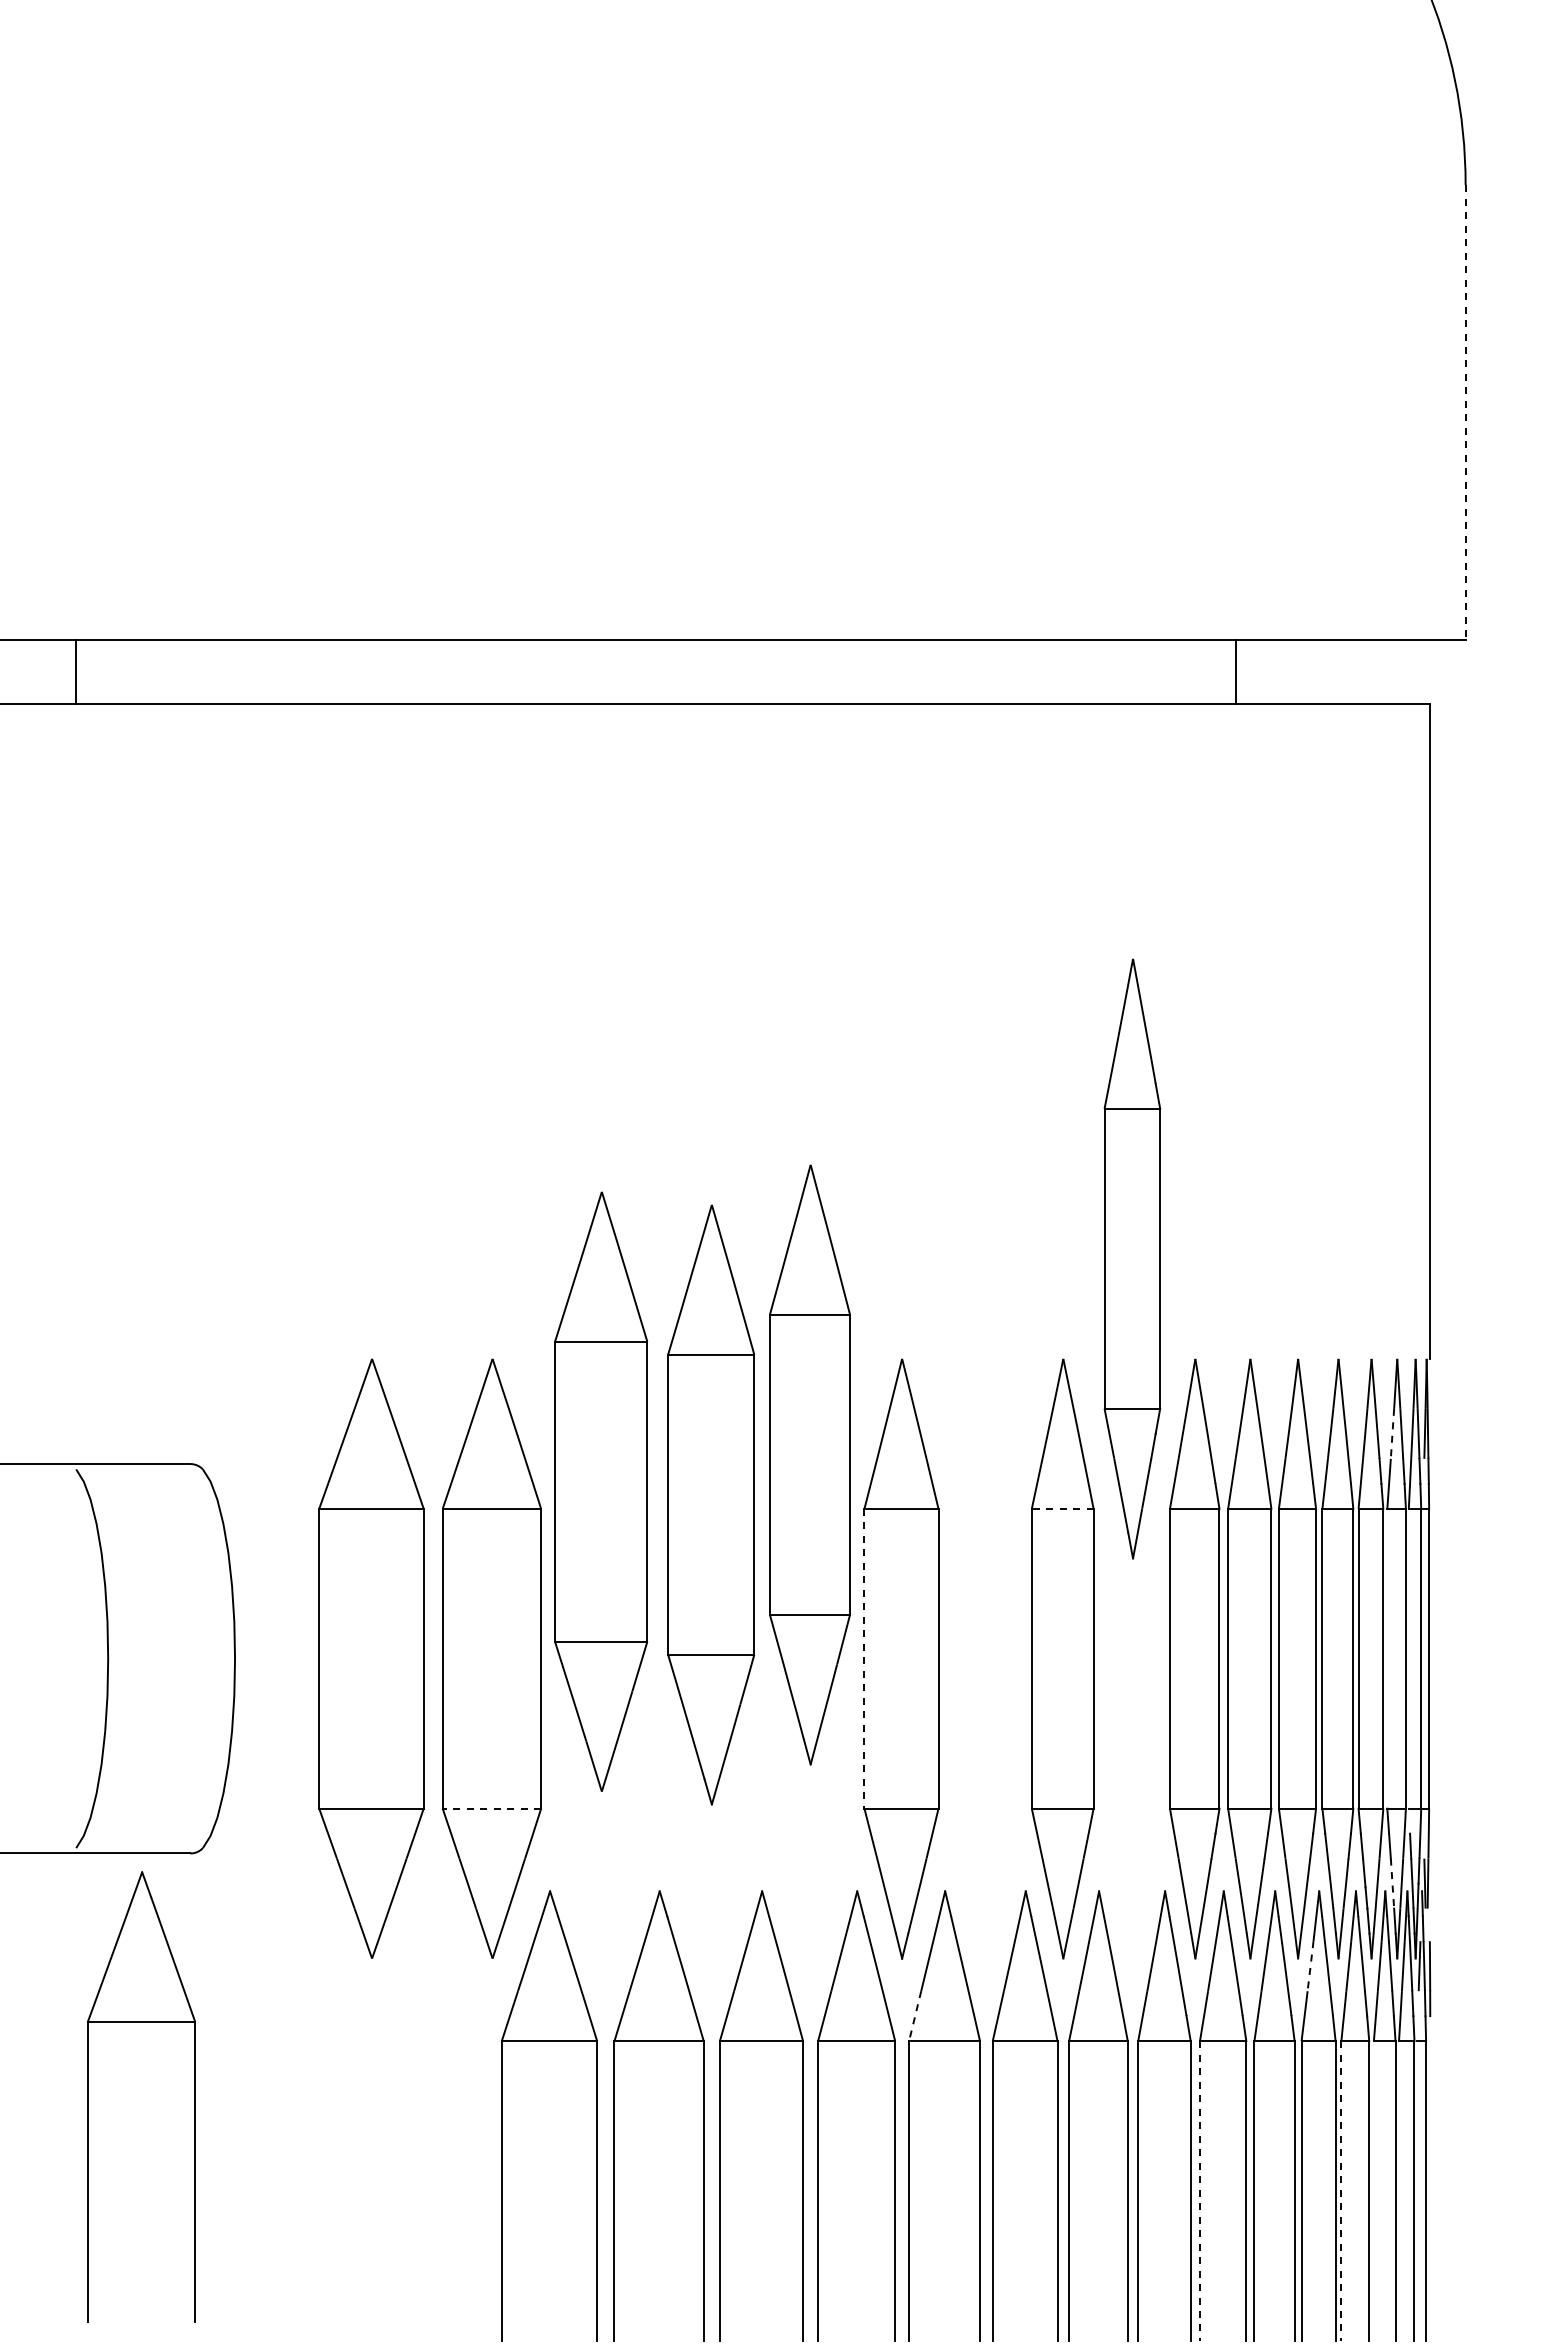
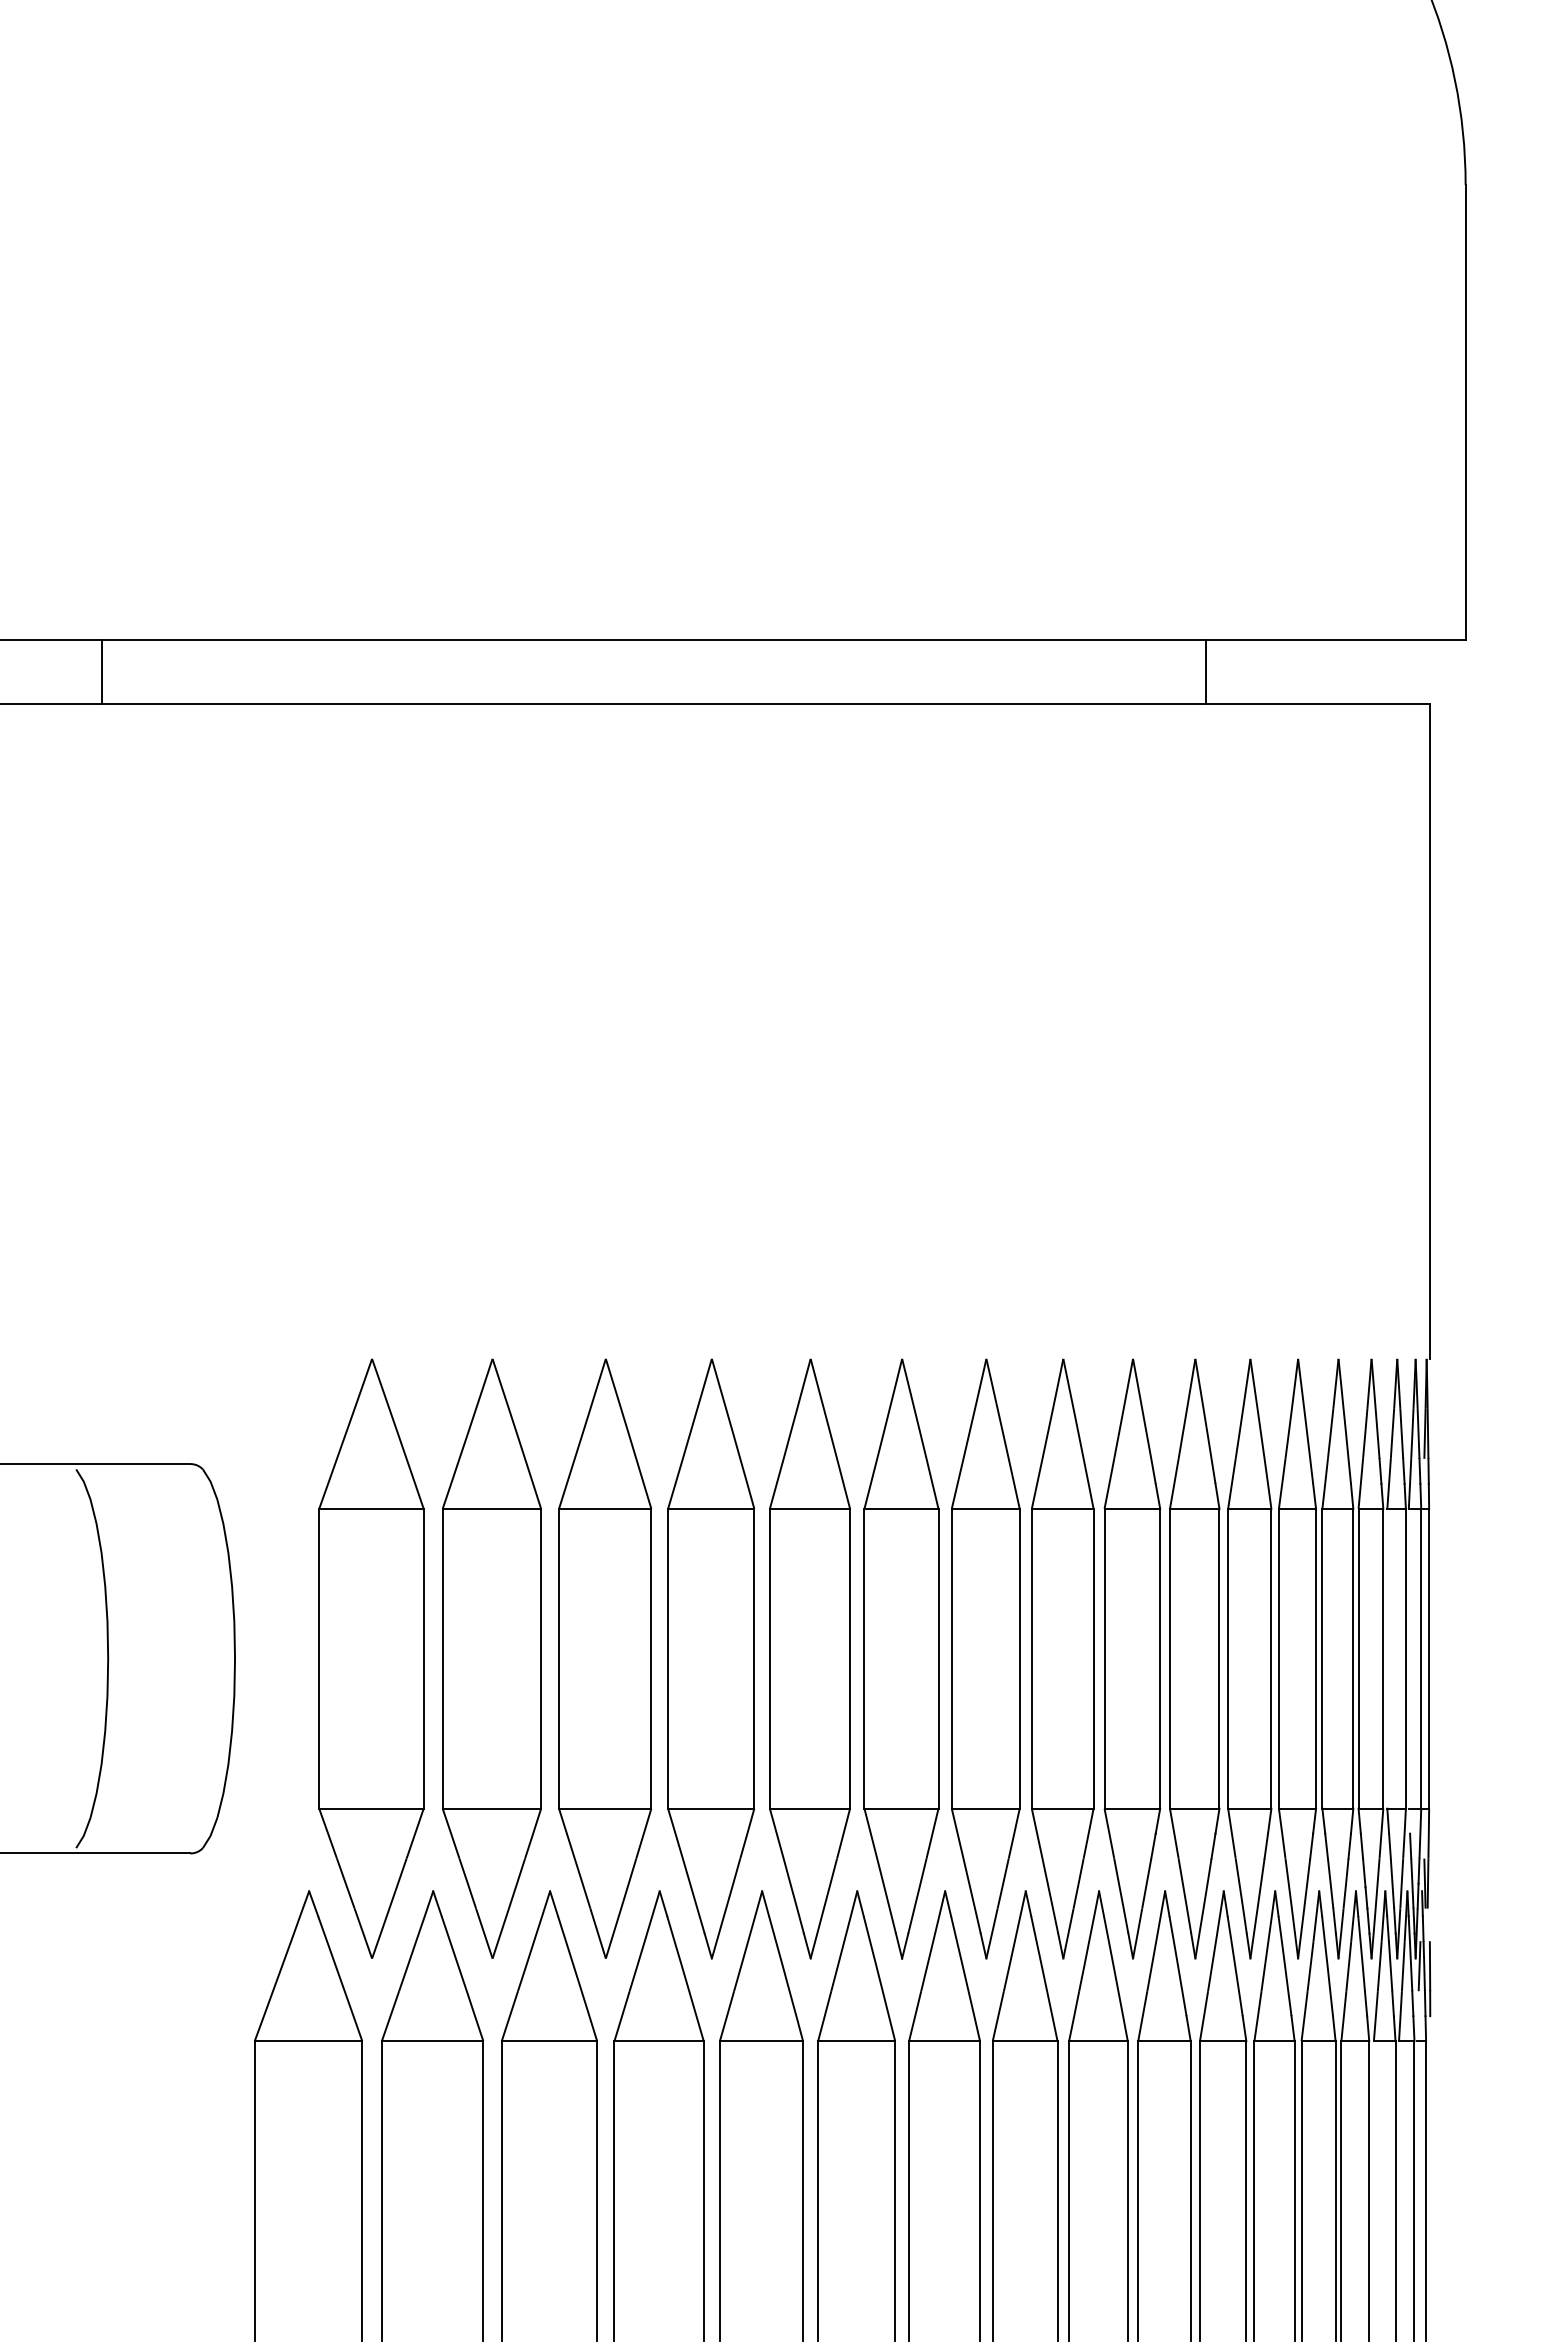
line at (1465, 412): dashed -> solid
line at (76, 671) position: (76, 671) -> (102, 671)
line at (1235, 671) position: (1235, 671) -> (1205, 671)
part at (1132, 1258) position: (1132, 1258) -> (1132, 1658)
line at (1392, 1433): dashed -> solid
part at (809, 1464) position: (809, 1464) -> (809, 1658)
part at (601, 1491) position: (601, 1491) -> (605, 1658)
part at (710, 1504) position: (710, 1504) -> (710, 1658)
line at (1062, 1508): dashed -> solid
line at (864, 1658): dashed -> solid
part at (985, 1658): none -> present
line at (491, 1808): dashed -> solid
line at (1392, 1883): dashed -> solid
line at (1310, 1966): dashed -> solid
line at (915, 2016): dashed -> solid
part at (88, 2096) position: (88, 2096) -> (255, 2115)
part at (382, 2115): none -> present
line at (1199, 2191): dashed -> solid
line at (1341, 2191): dashed -> solid
